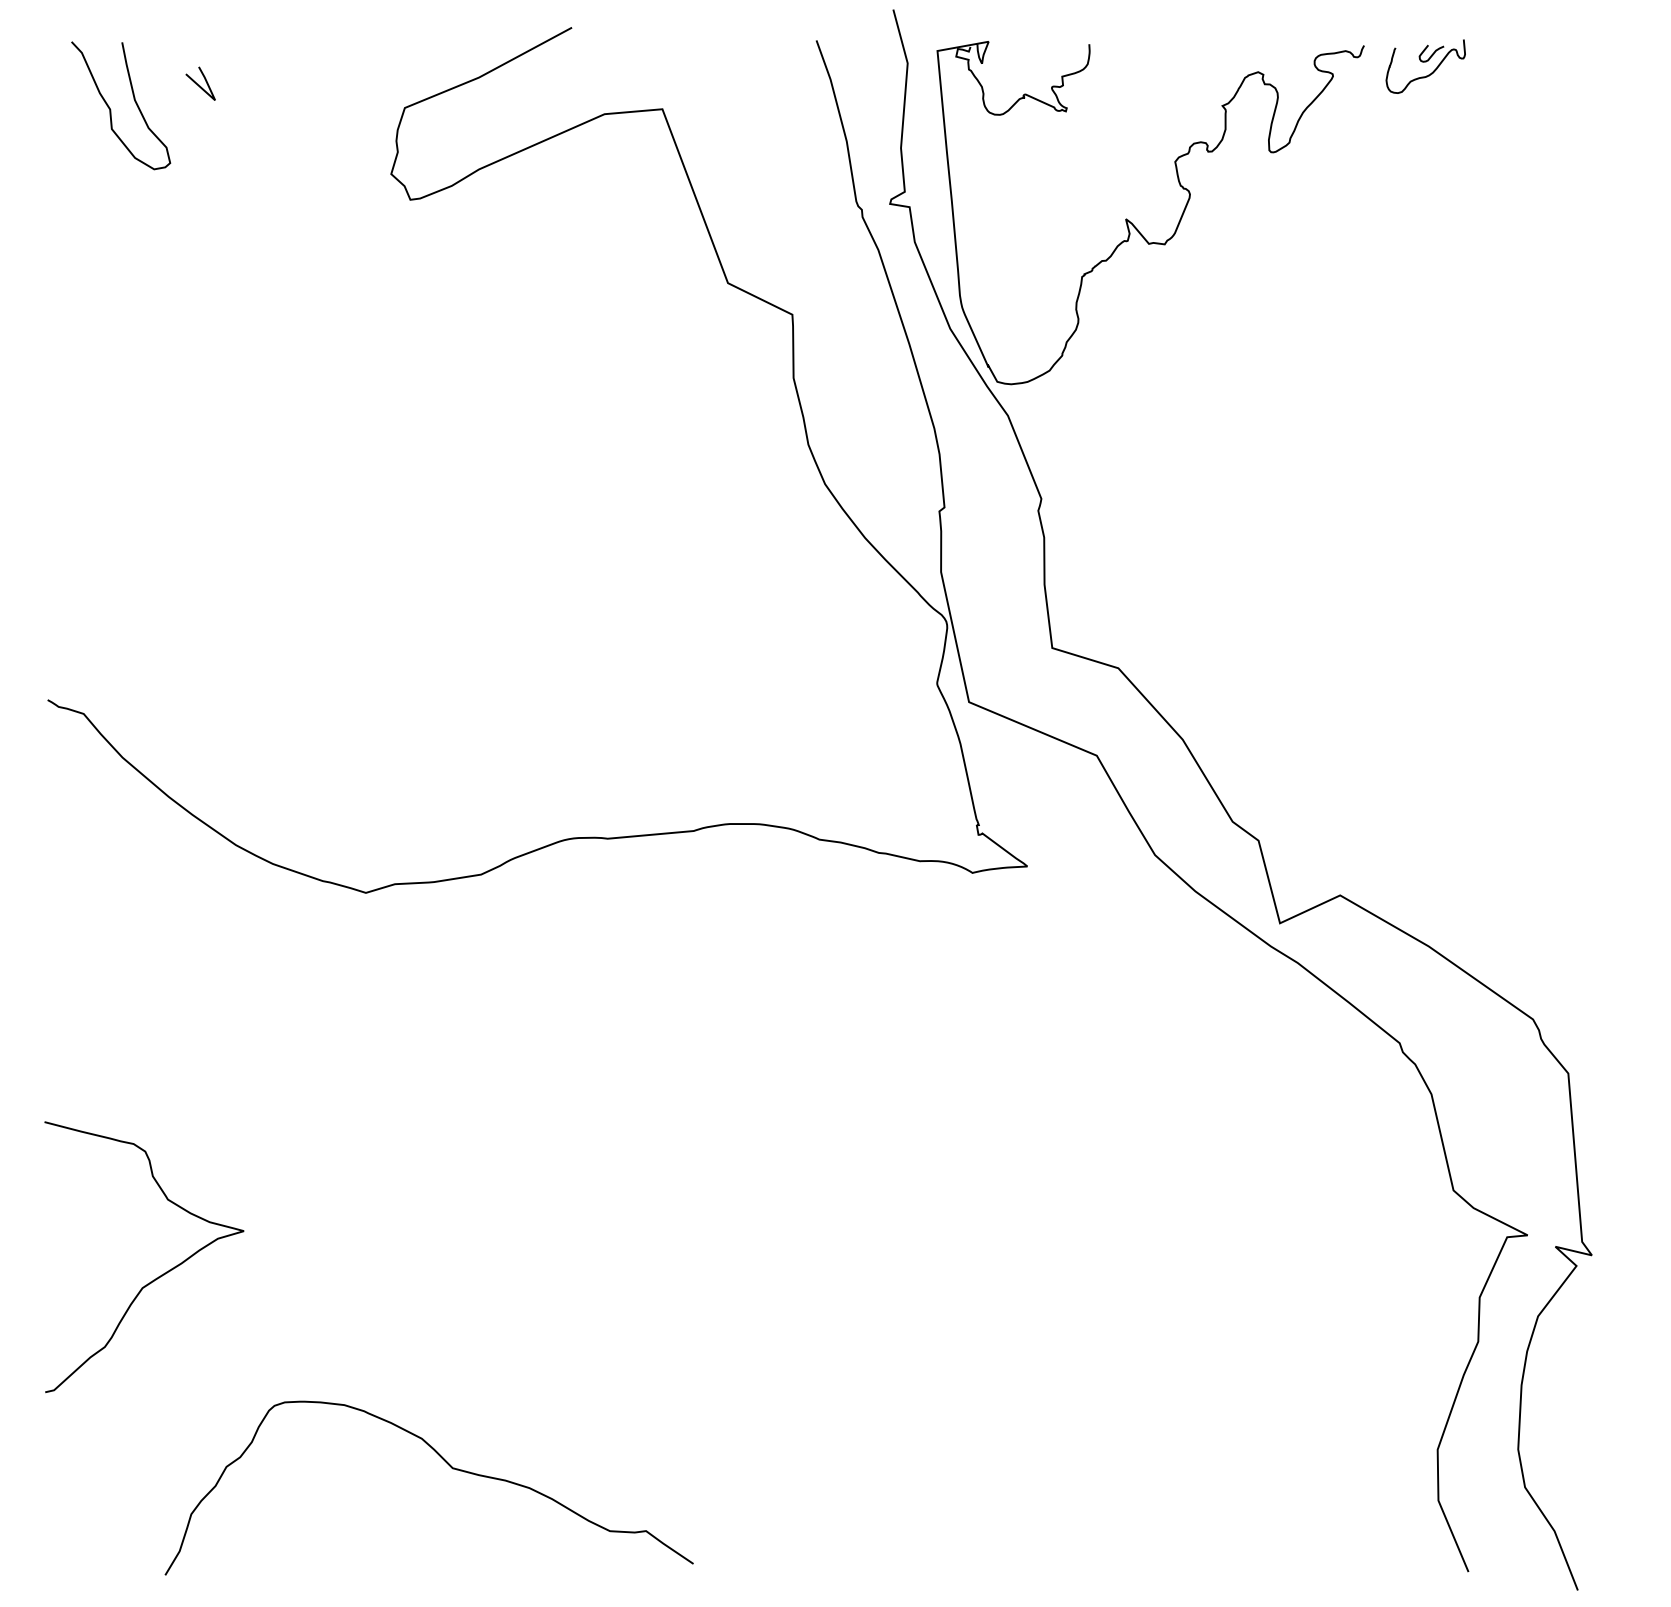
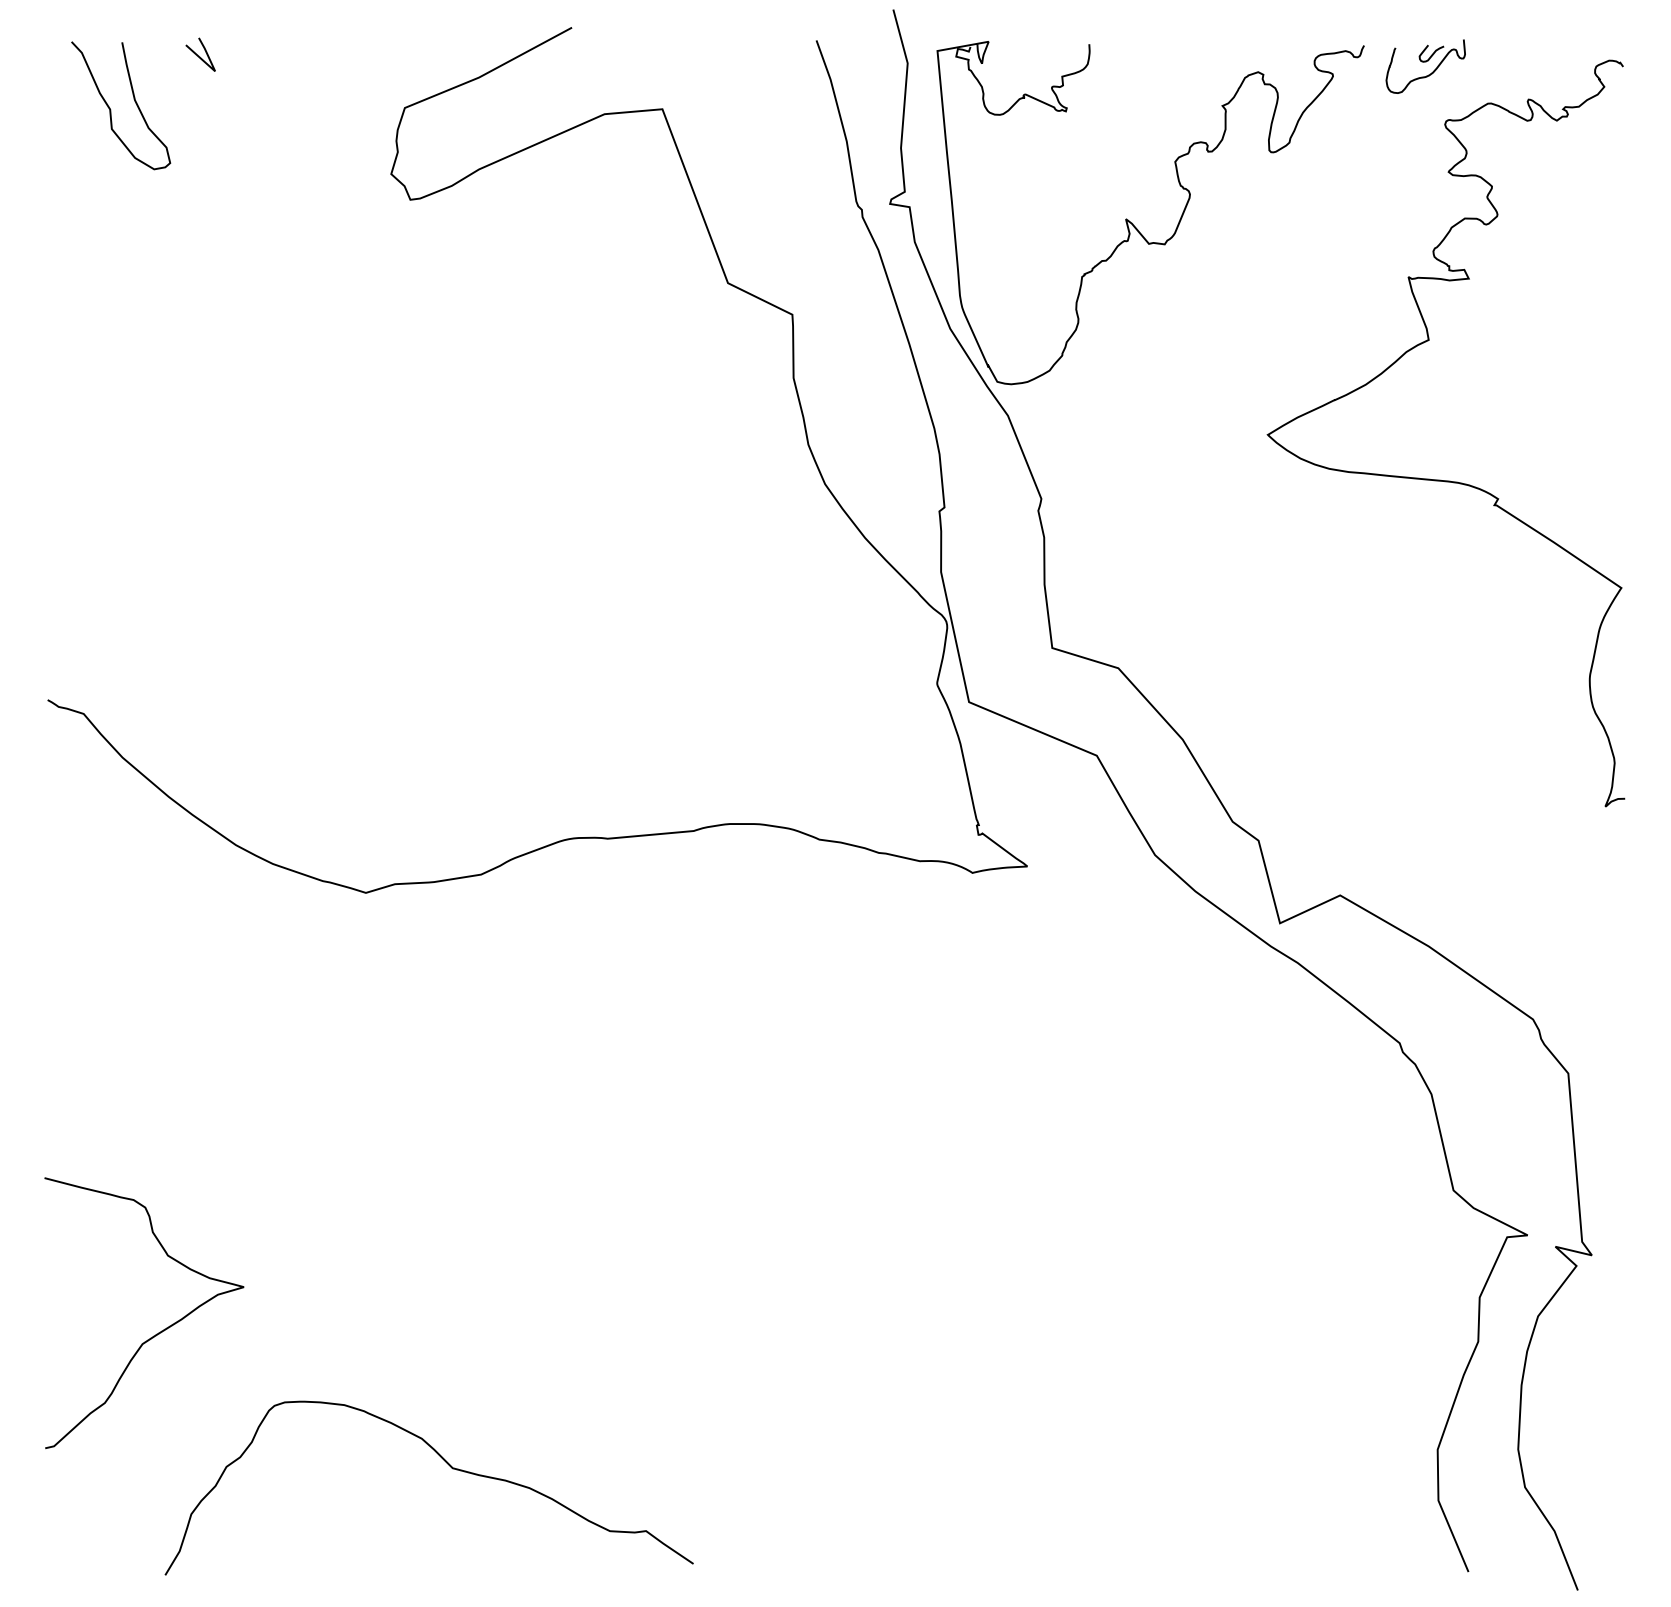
line at (200, 85) position: (200, 85) -> (200, 56)
part at (1440, 479): none -> present
part at (156, 1277) position: (156, 1277) -> (156, 1333)
